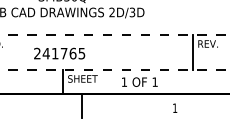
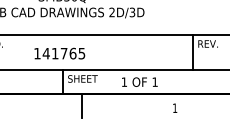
line at (115, 35): dashed -> solid
text at (37, 53): 241765 -> 141765
line at (115, 70): dashed -> solid
